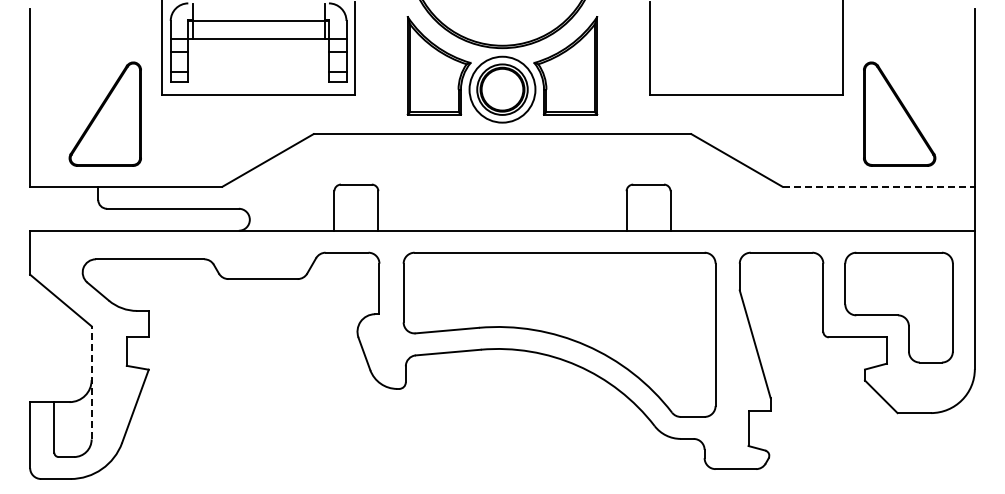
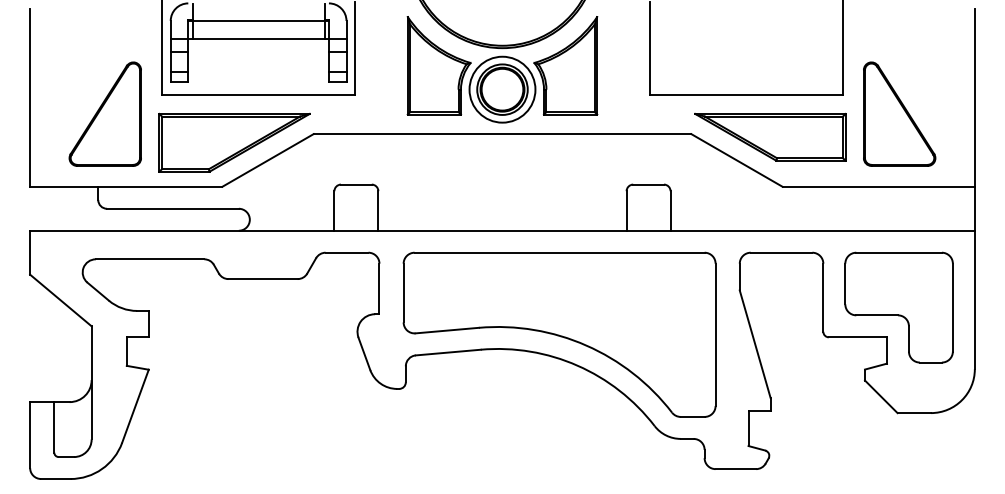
part at (770, 136): none -> present
part at (234, 142): none -> present
line at (879, 186): dashed -> solid
line at (91, 382): dashed -> solid
